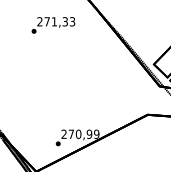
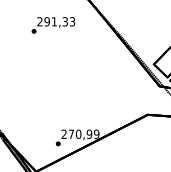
text at (46, 21): 271,33 -> 291,33
